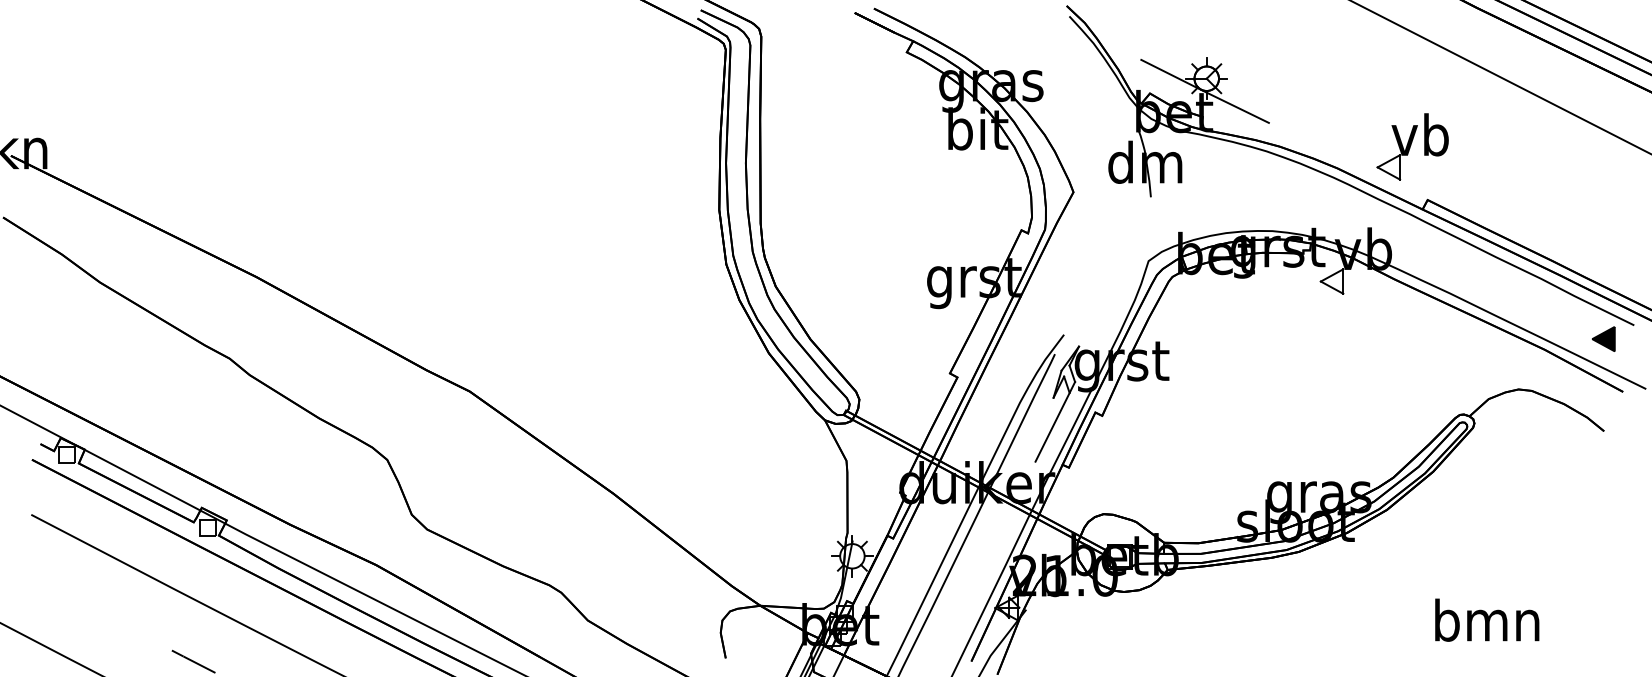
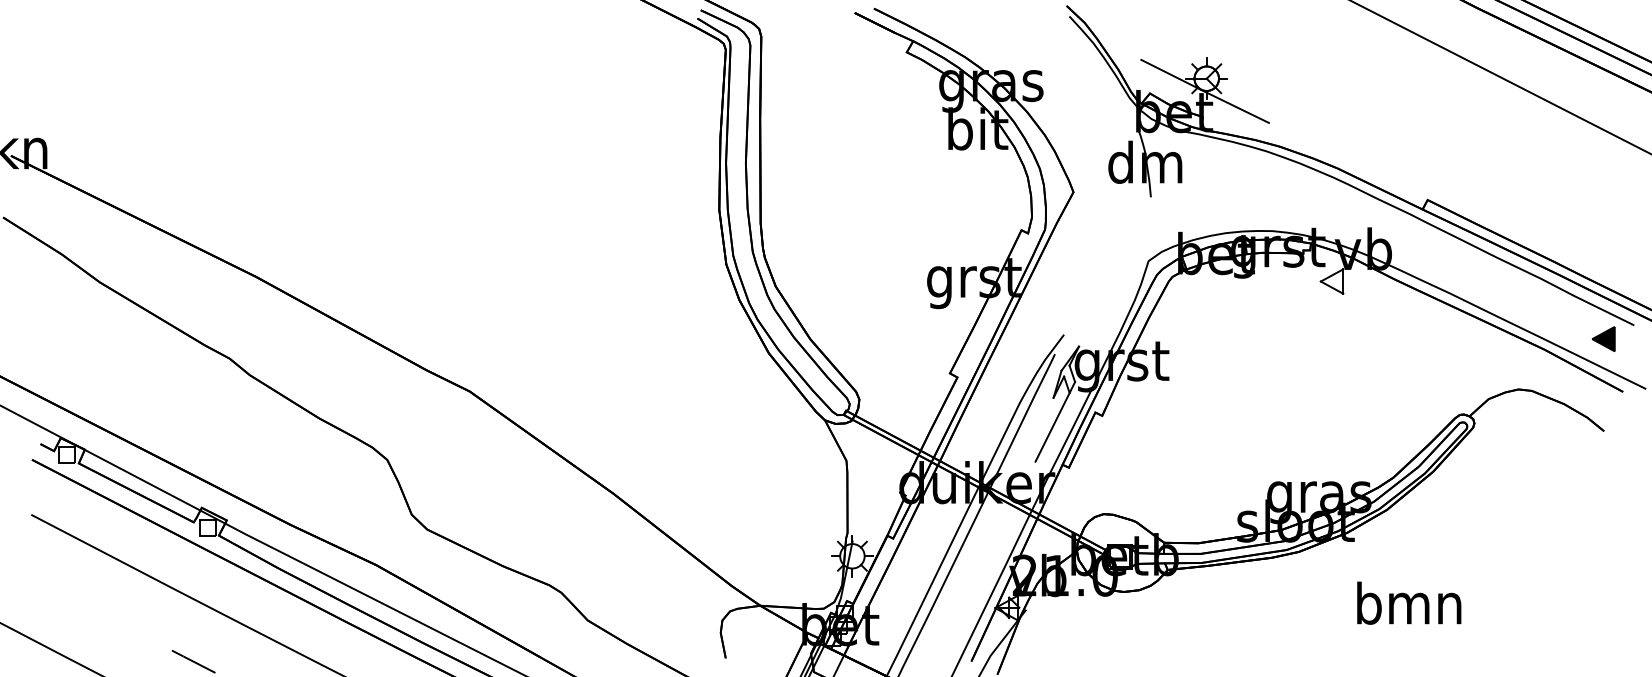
part at (1412, 146): present -> none
text at (1487, 619) position: (1487, 619) -> (1409, 602)
